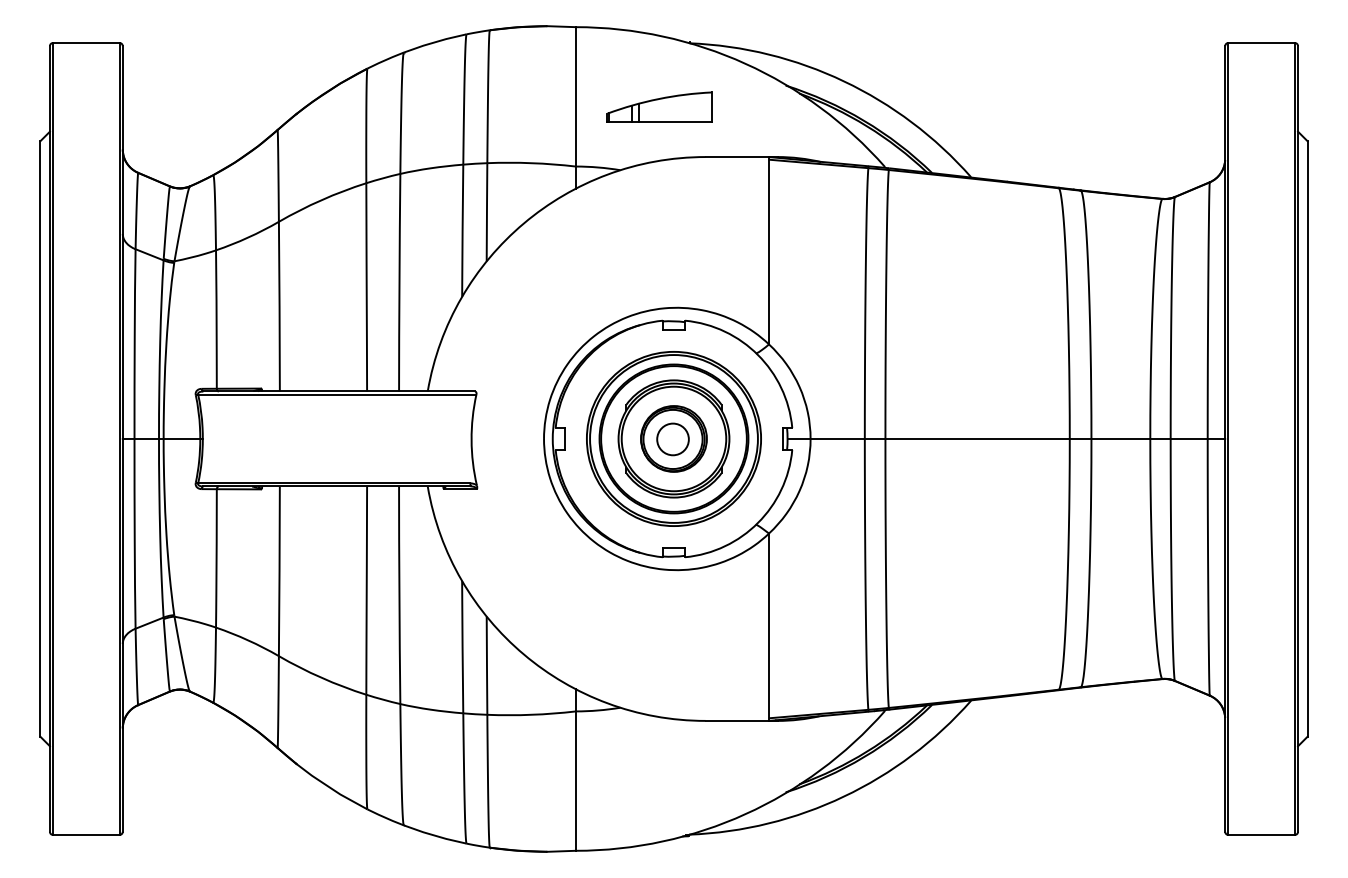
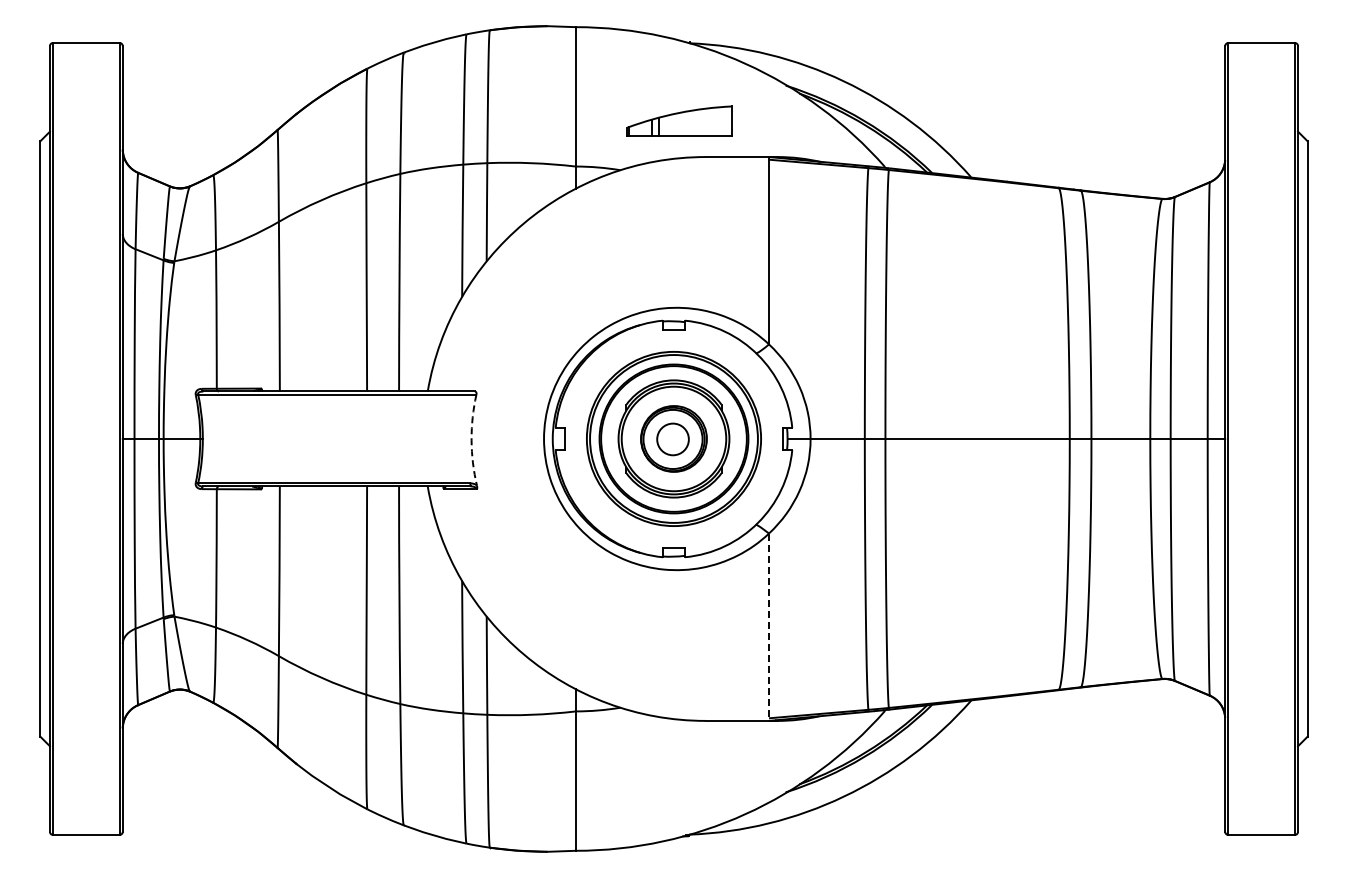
part at (659, 106) position: (659, 106) -> (679, 120)
arc at (471, 440): solid -> dashed
line at (769, 627): solid -> dashed
